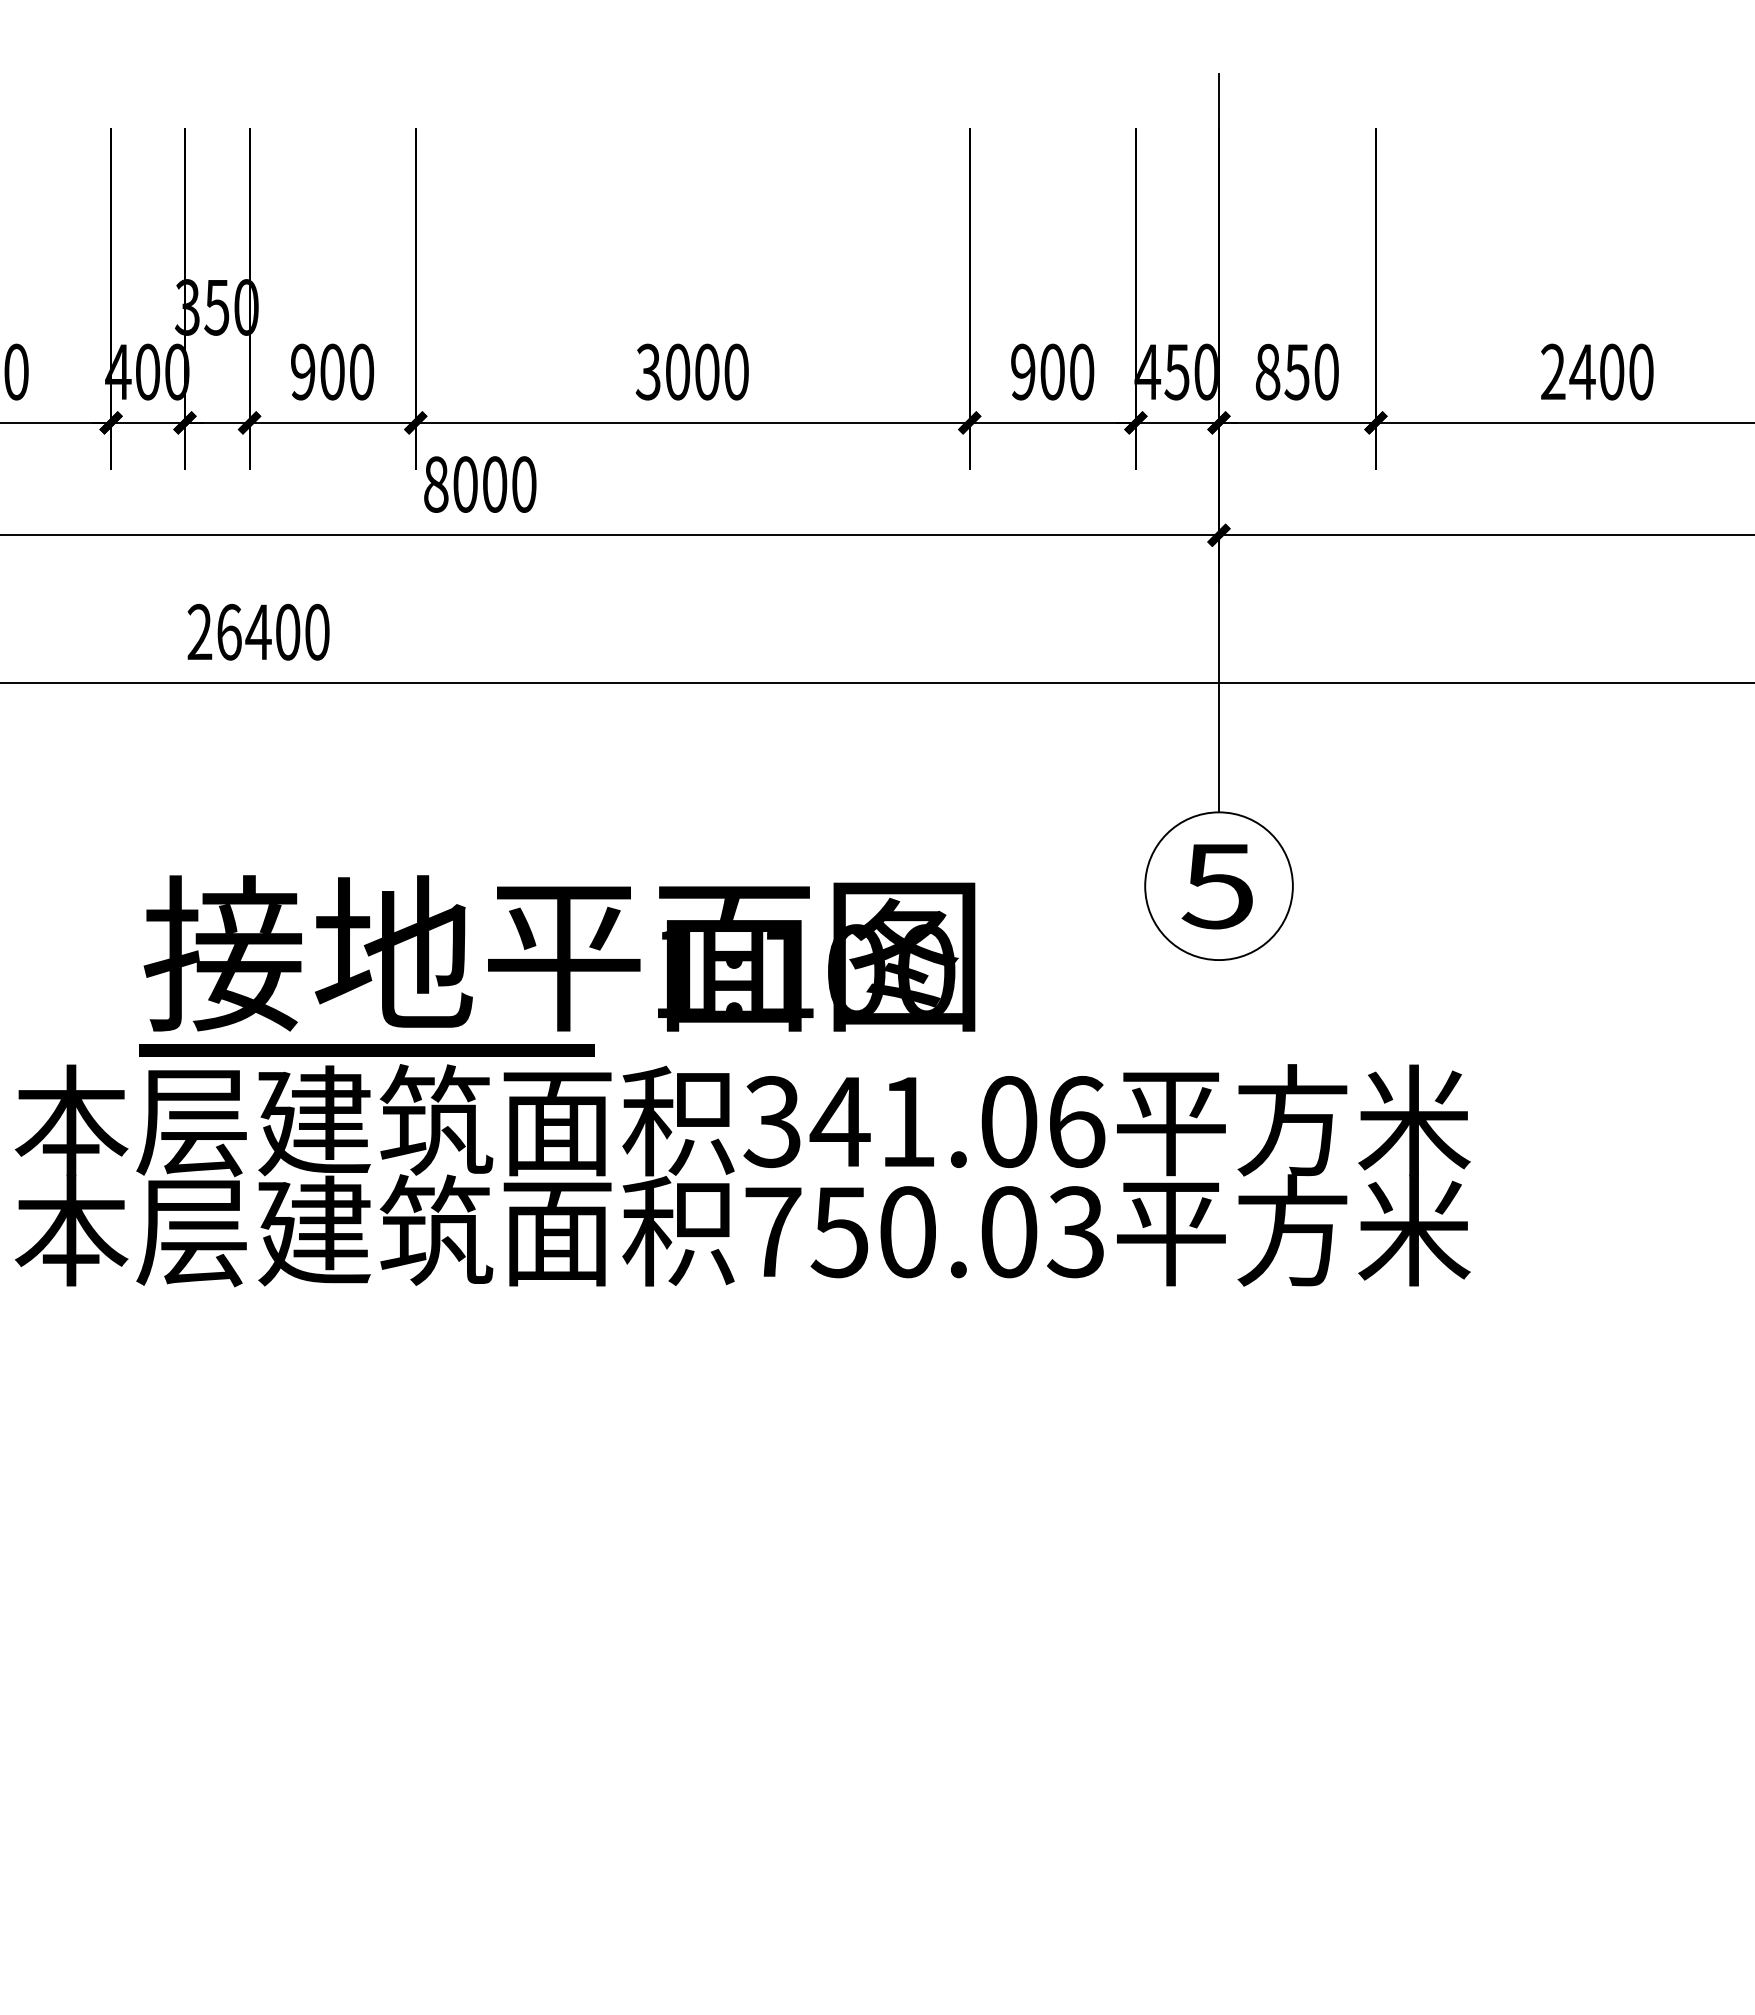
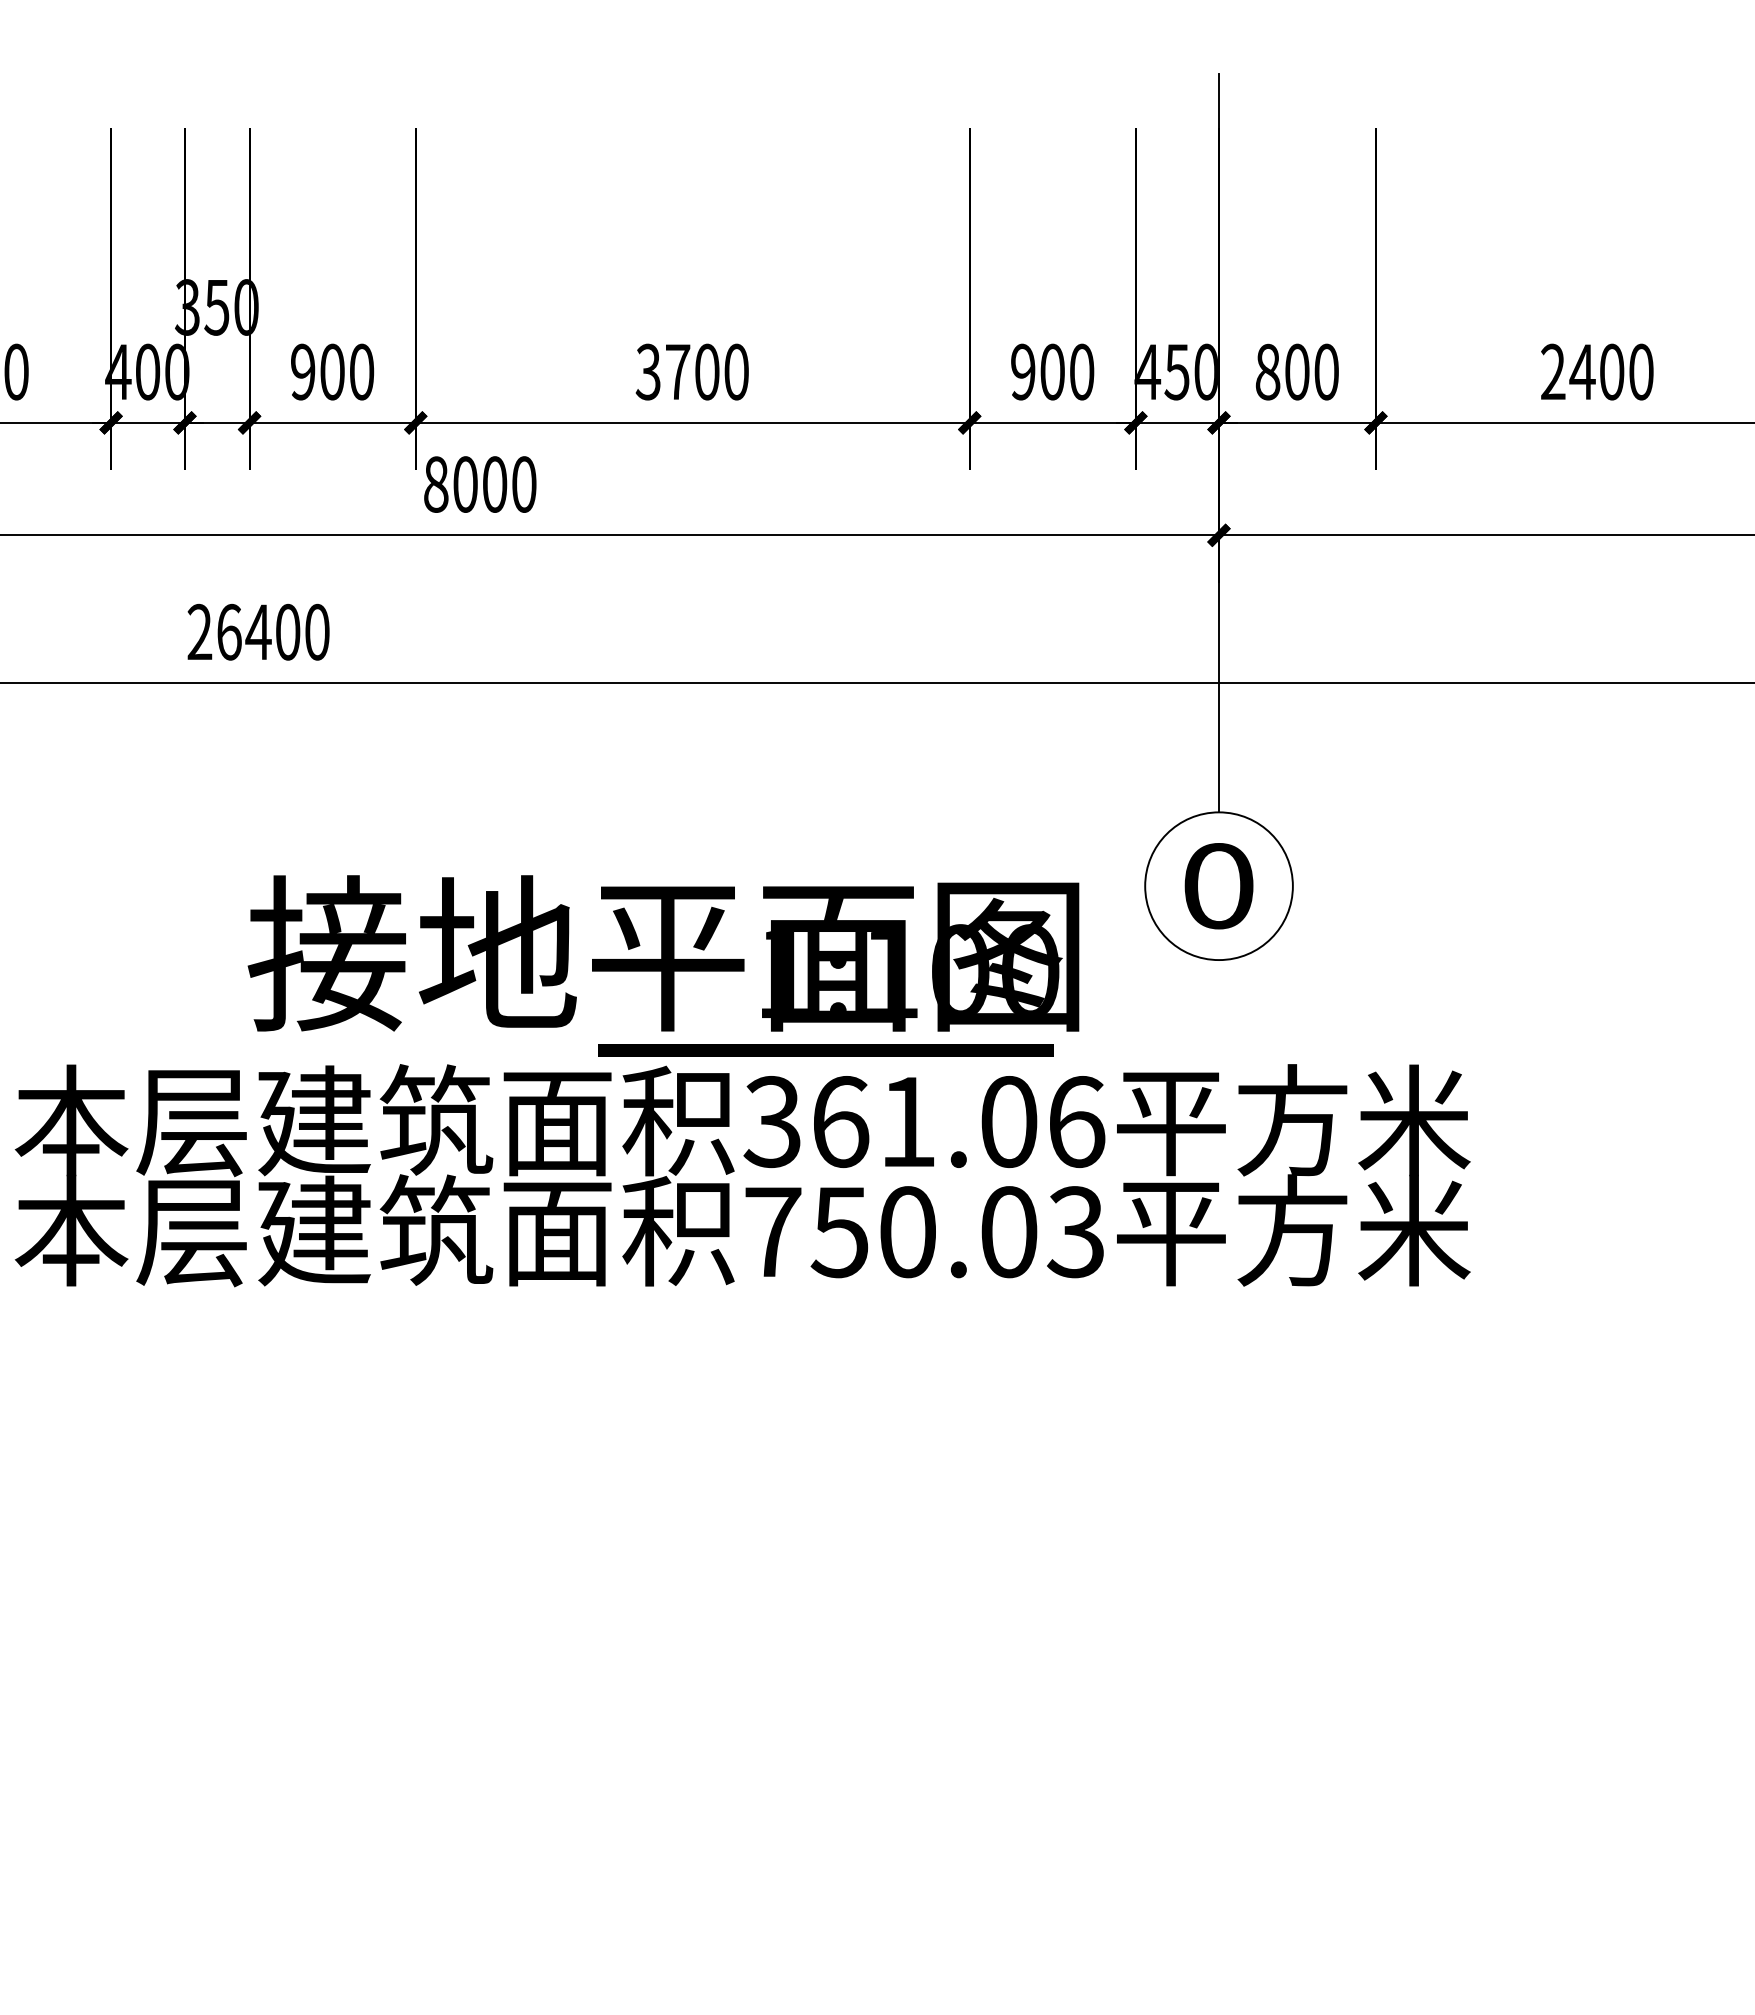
text at (678, 371): 3000 -> 3700
text at (1296, 371): 850 -> 800
text at (1217, 886): 5 -> 0
text at (559, 953) position: (559, 953) -> (663, 953)
line at (366, 1050) position: (366, 1050) -> (825, 1050)
text at (839, 1122): 341.06 -> 361.06
